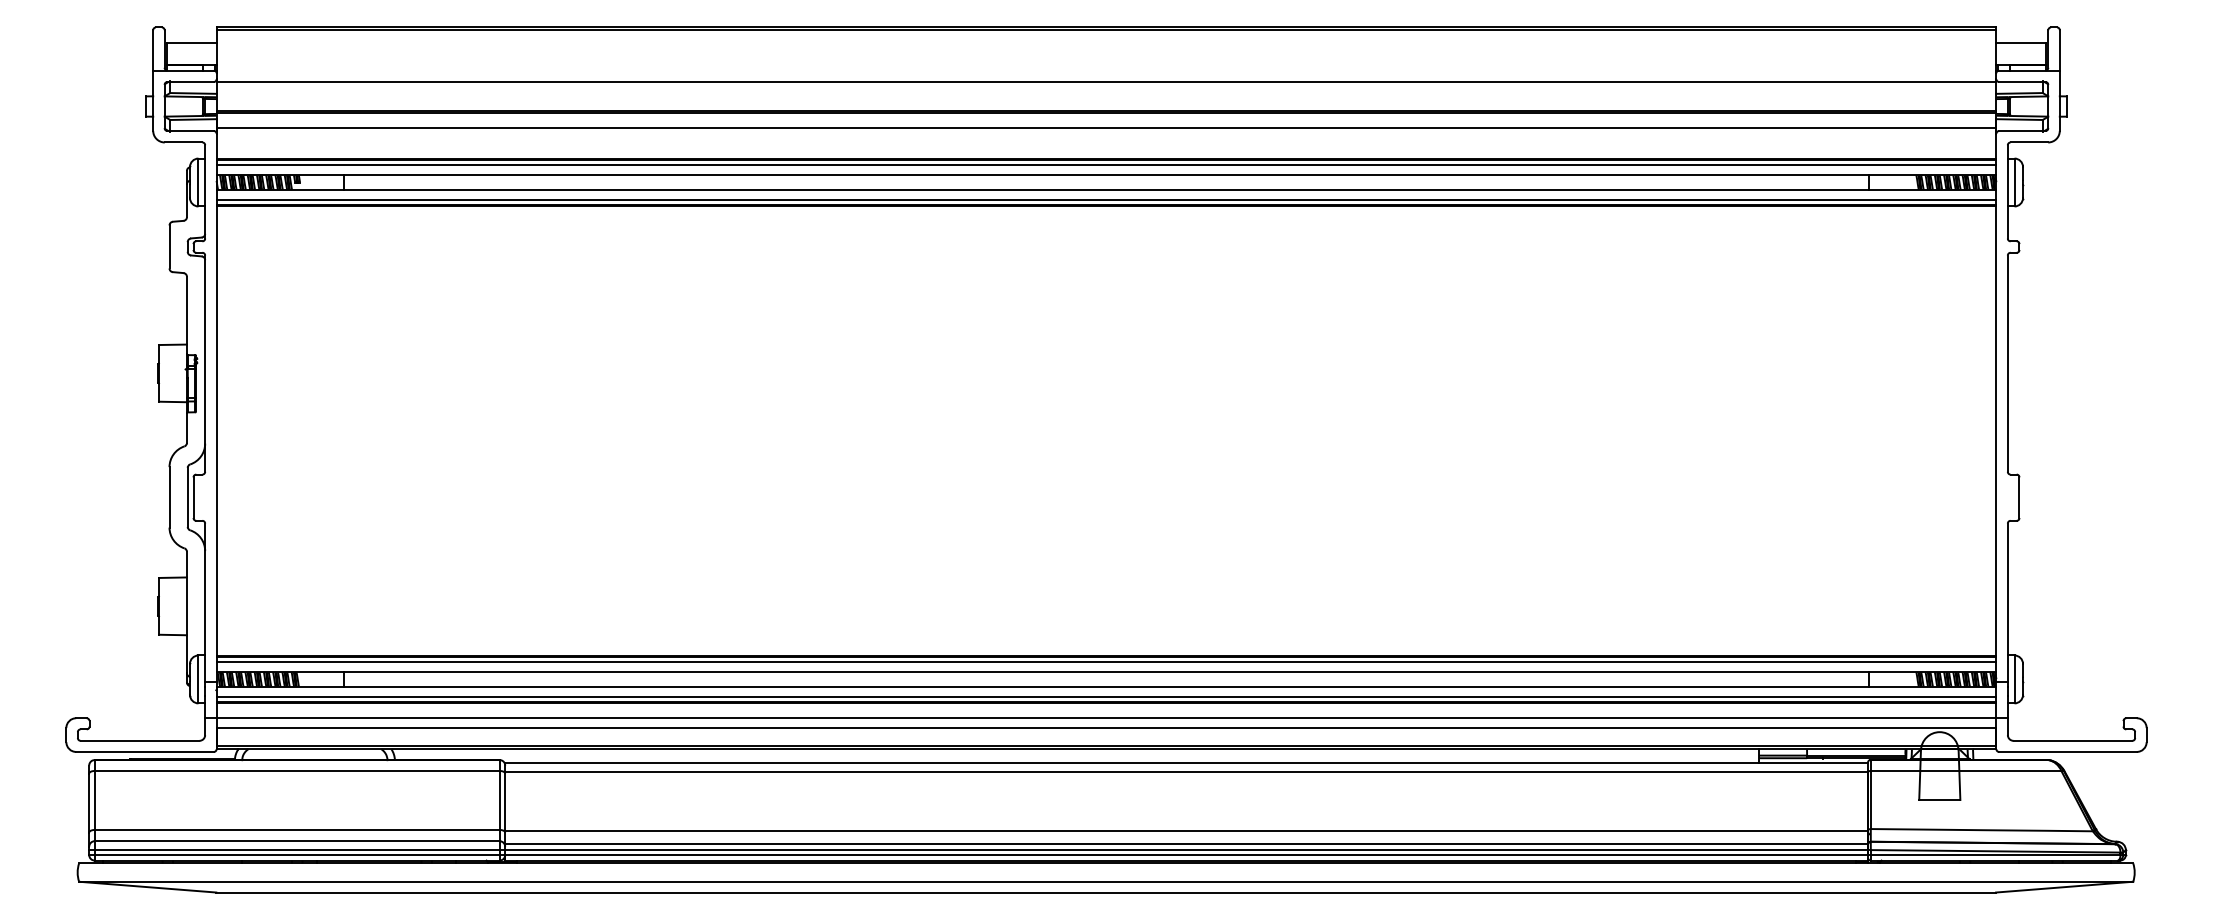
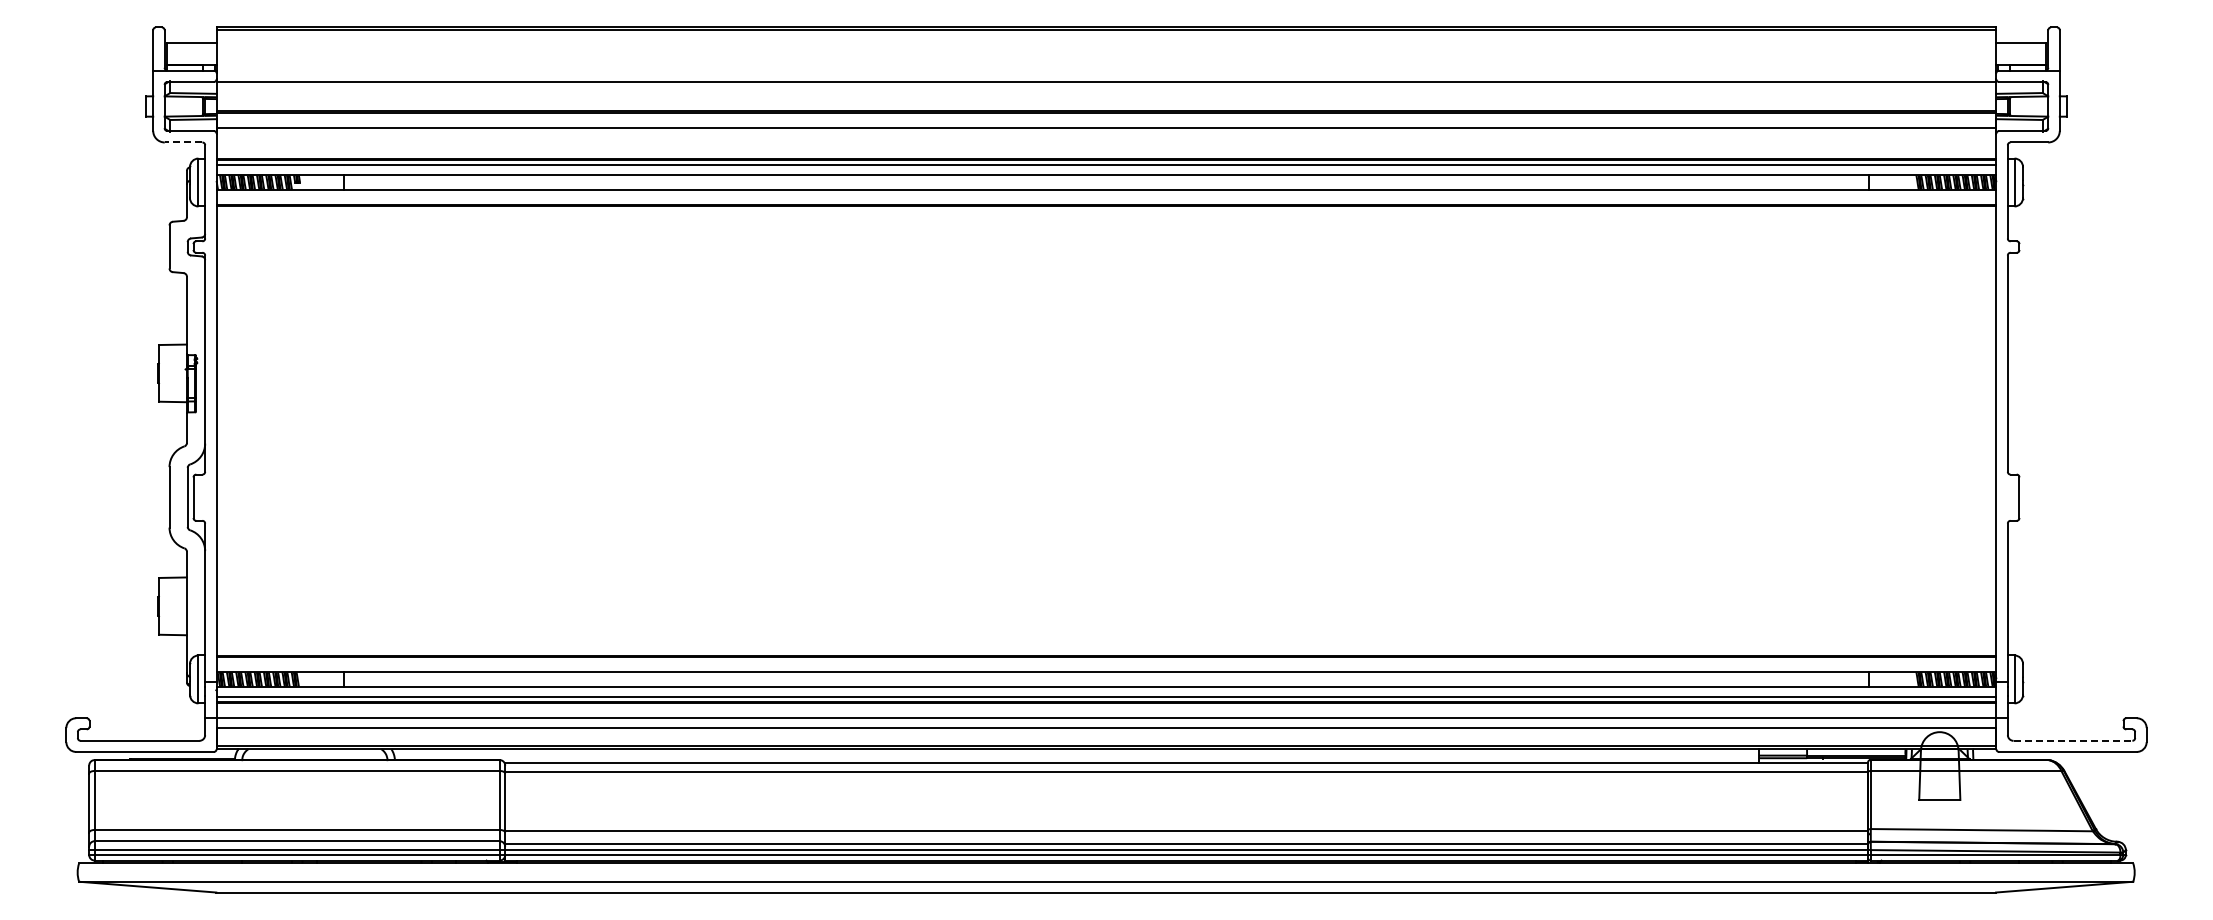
line at (183, 142): solid -> dashed
line at (1106, 199): present -> none
line at (1106, 662): present -> none
line at (2073, 740): solid -> dashed
